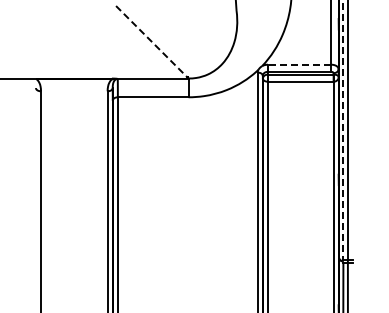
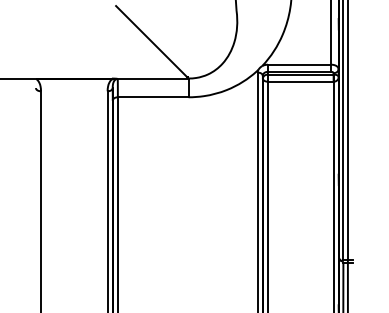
line at (151, 41): dashed -> solid
line at (299, 64): dashed -> solid
line at (343, 130): dashed -> solid
